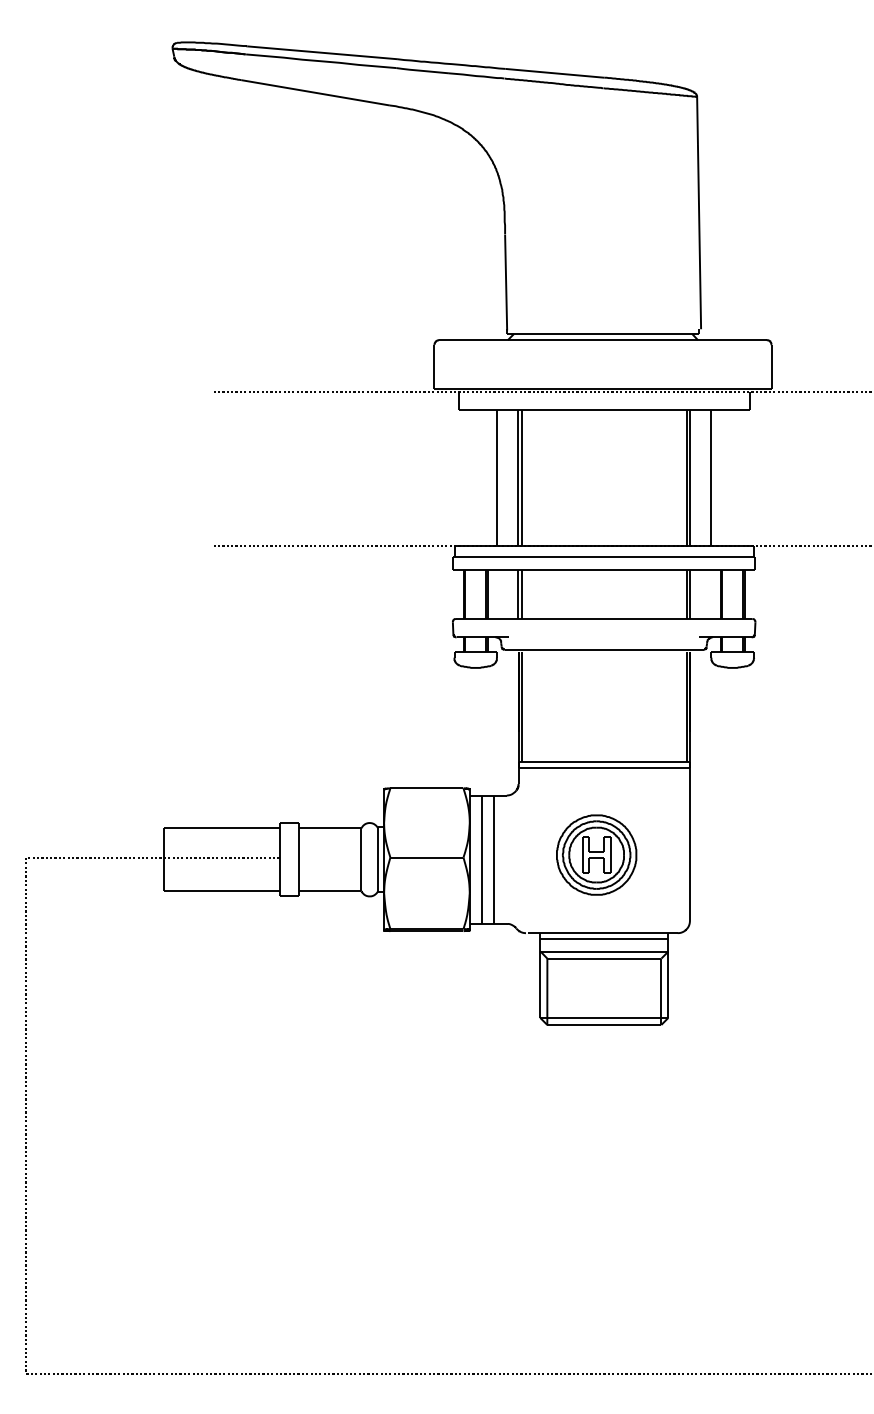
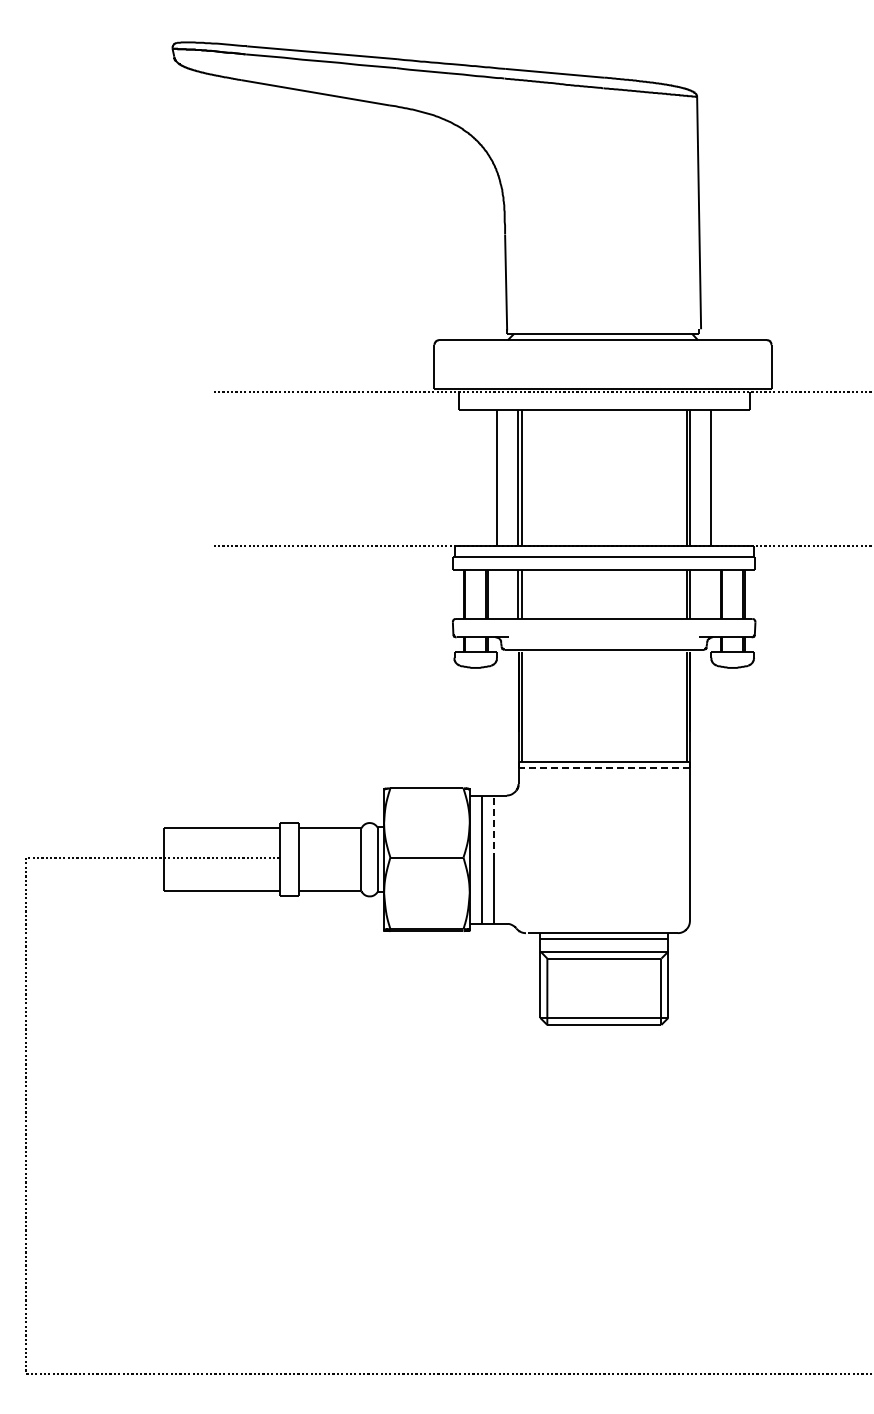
line at (604, 767): solid -> dashed
line at (494, 827): solid -> dashed
part at (596, 854): present -> none
